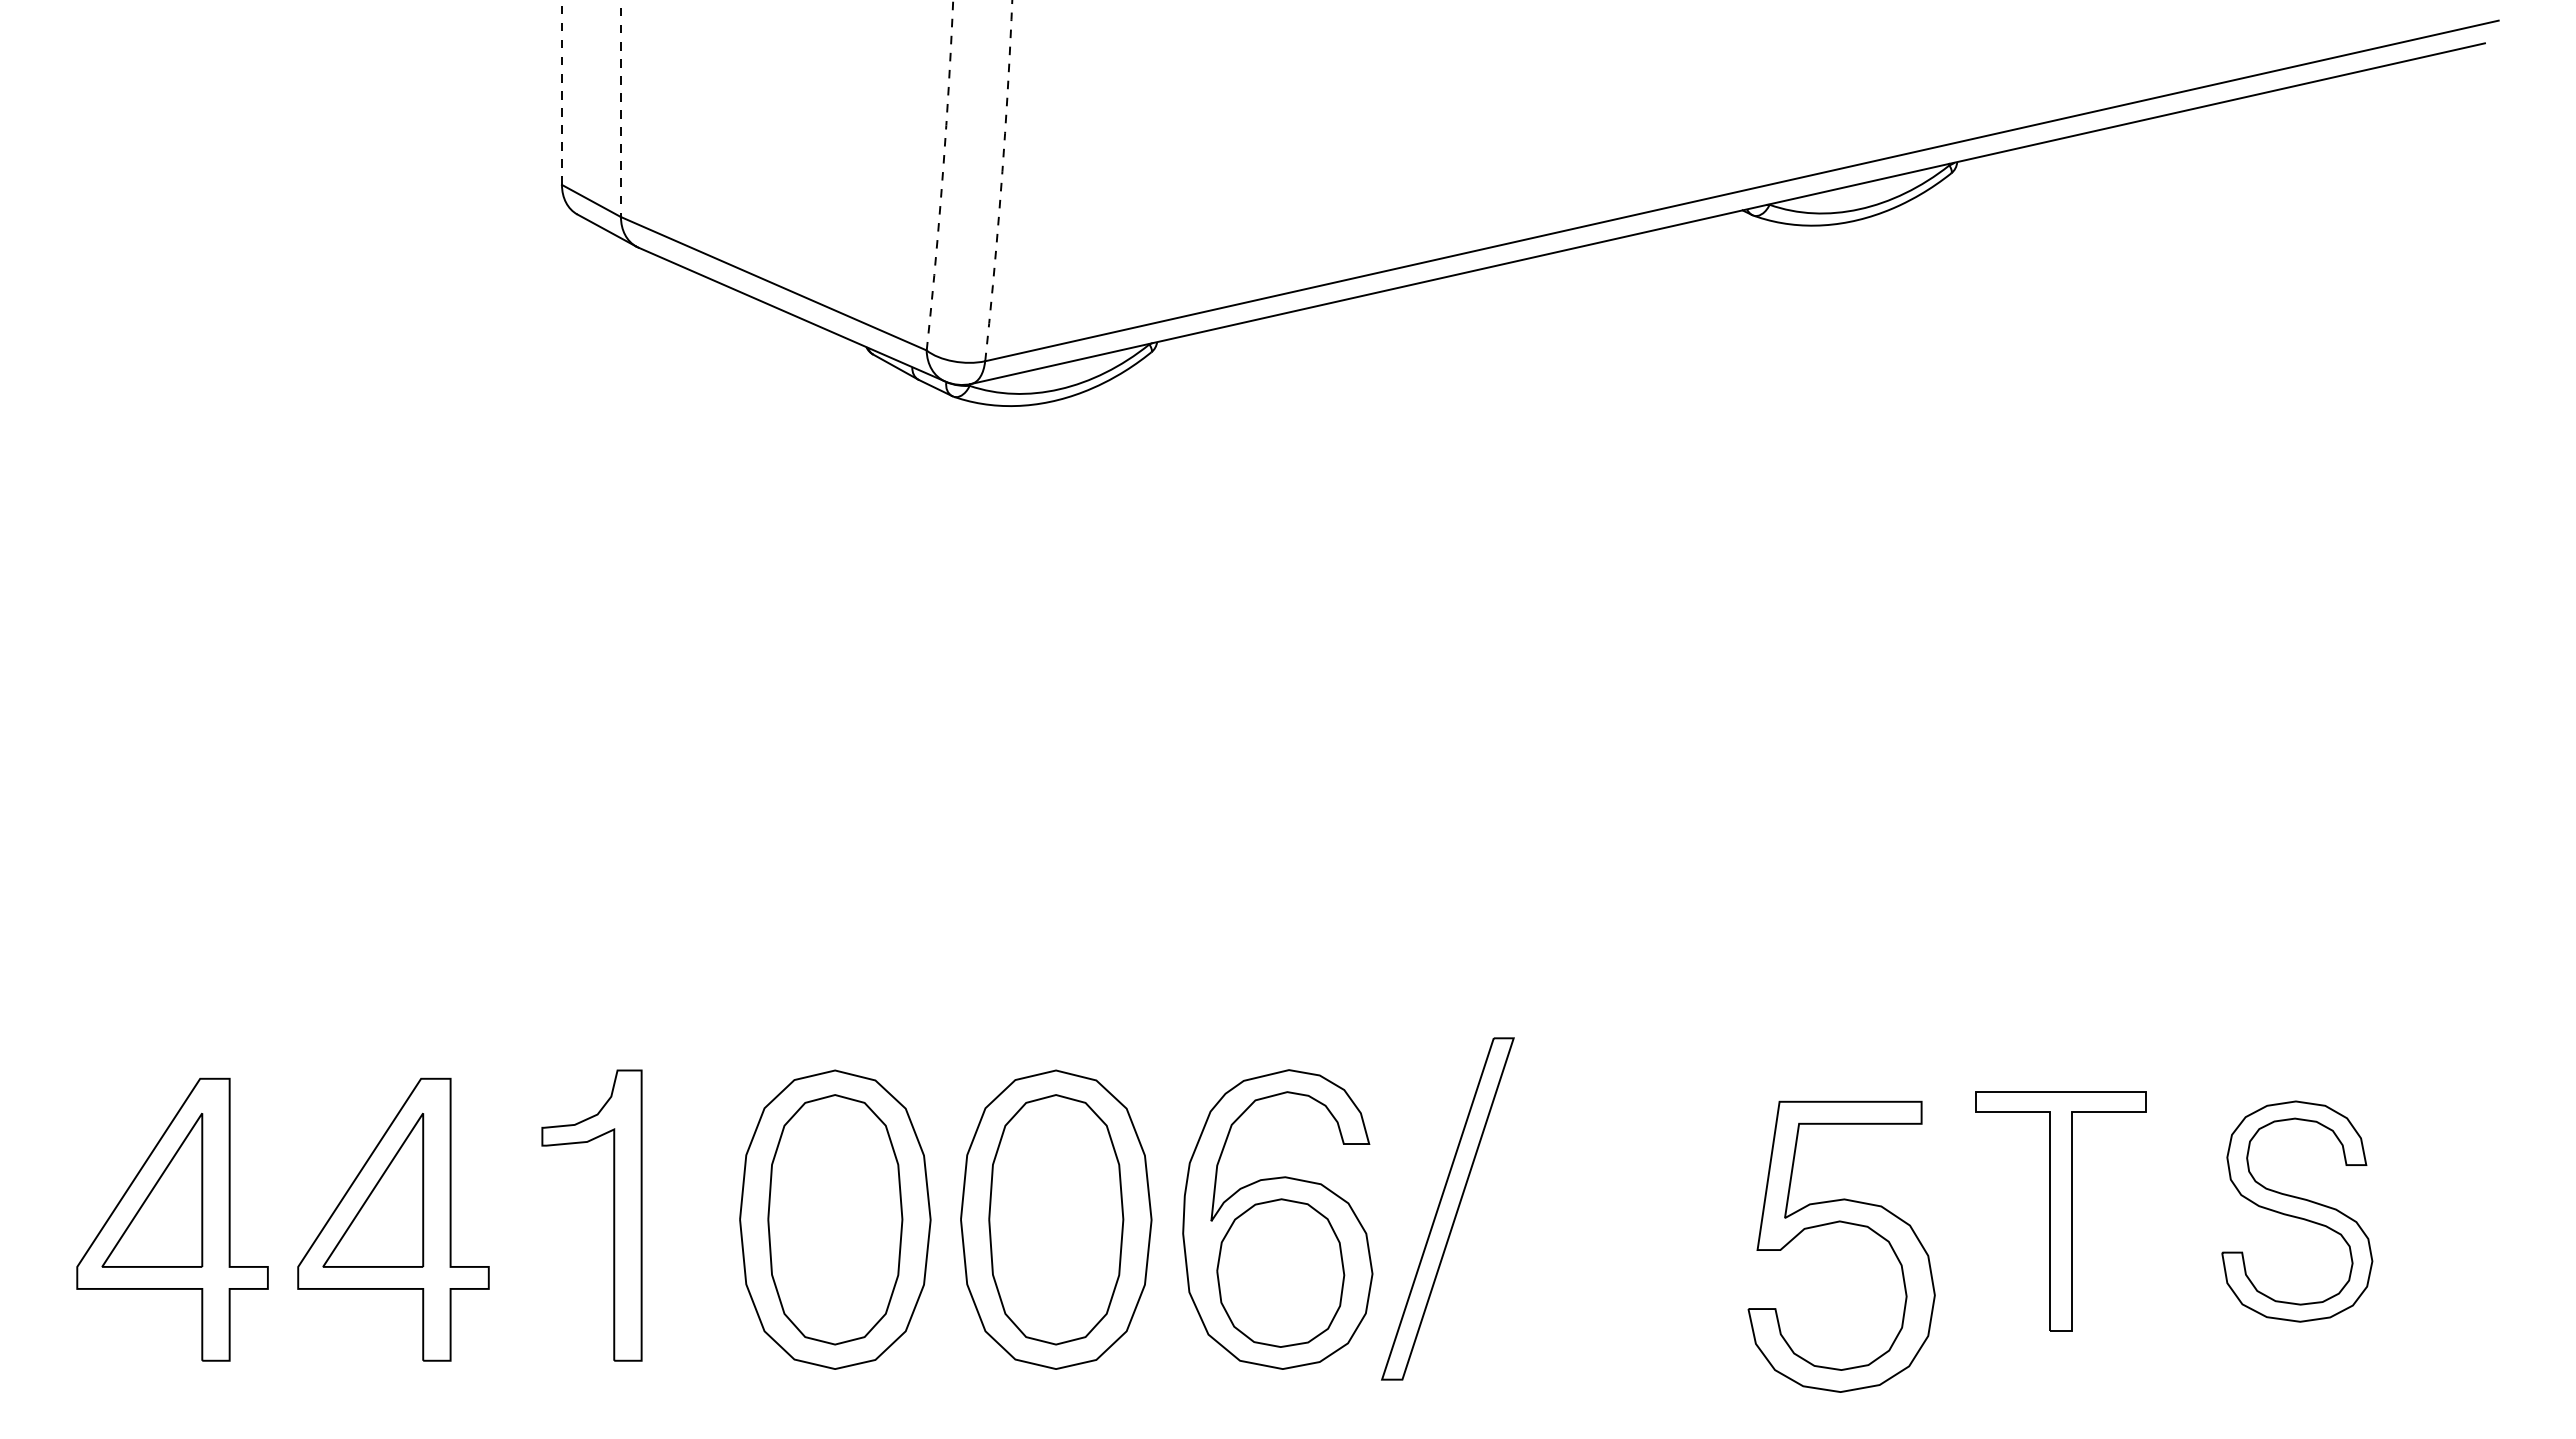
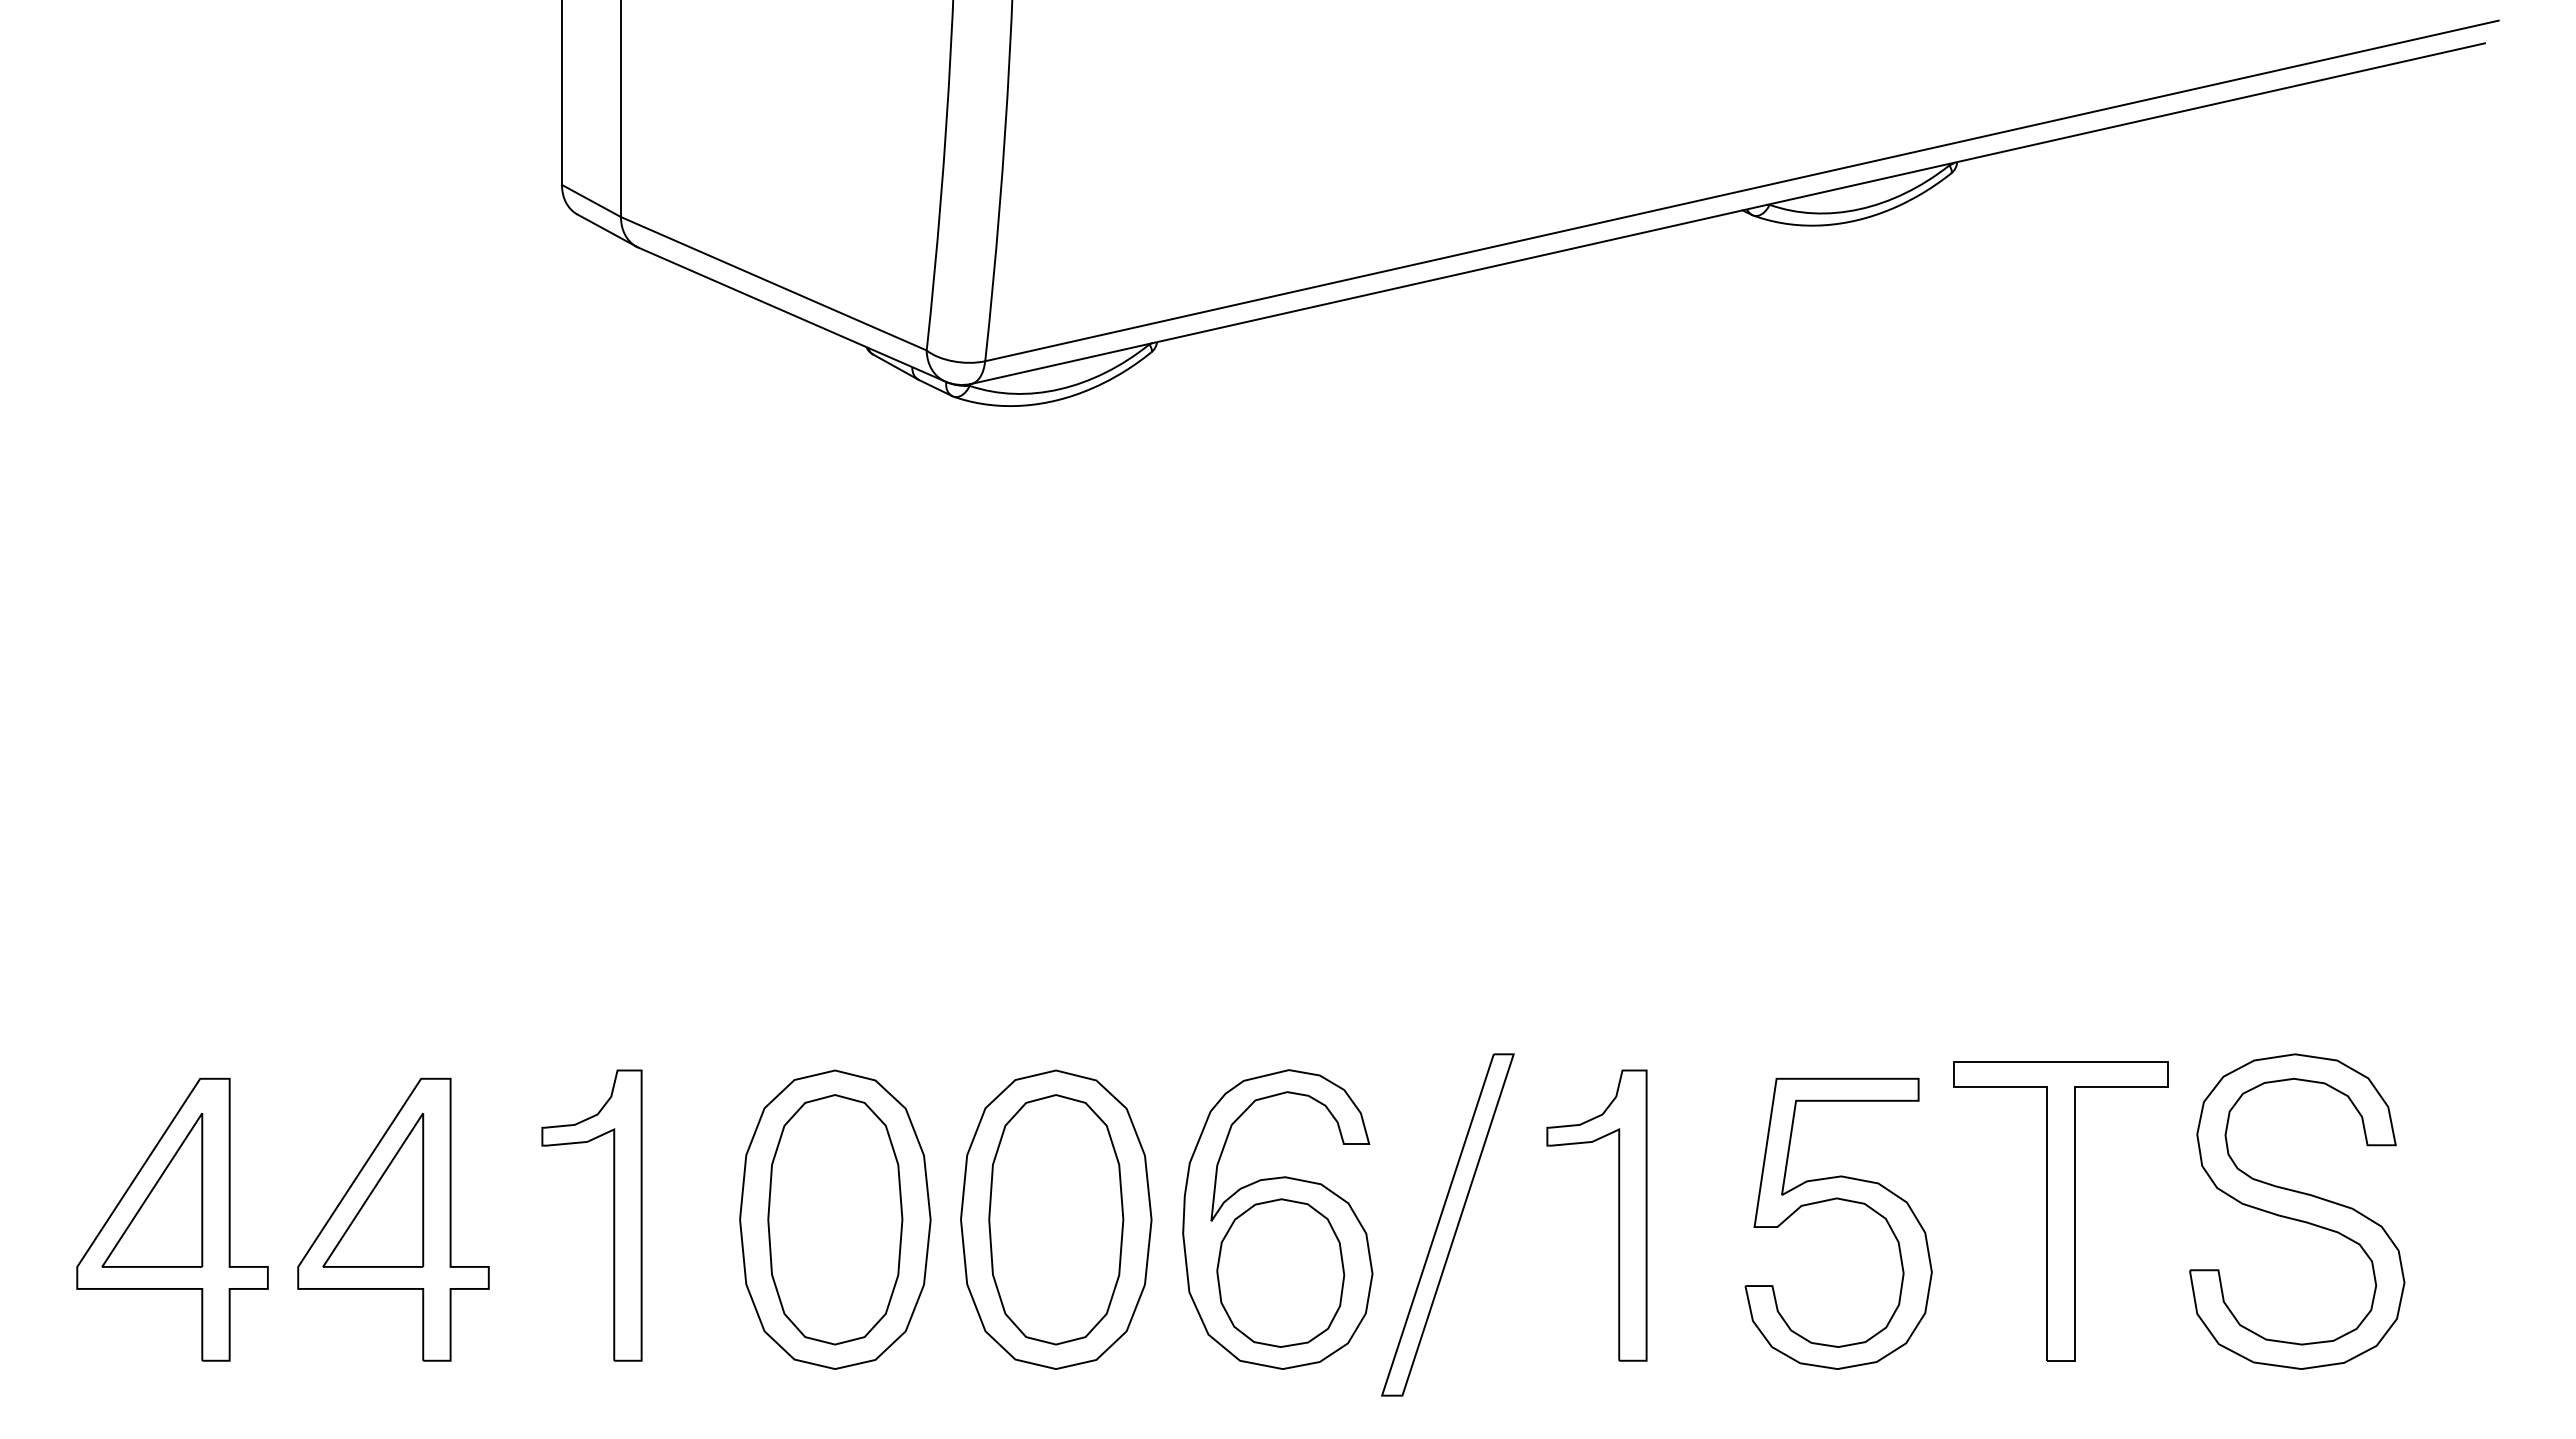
line at (561, 92): dashed -> solid
line at (620, 109): dashed -> solid
arc at (942, 175): dashed -> solid
arc at (1001, 181): dashed -> solid
part at (1447, 1208) position: (1447, 1208) -> (1447, 1224)
part at (2060, 1211) size: 172x241 px -> 216x301 px
part at (2297, 1211) size: 153x223 px -> 217x317 px
part at (1618, 1215): none -> present
part at (1844, 1223) position: (1844, 1223) -> (1841, 1200)
